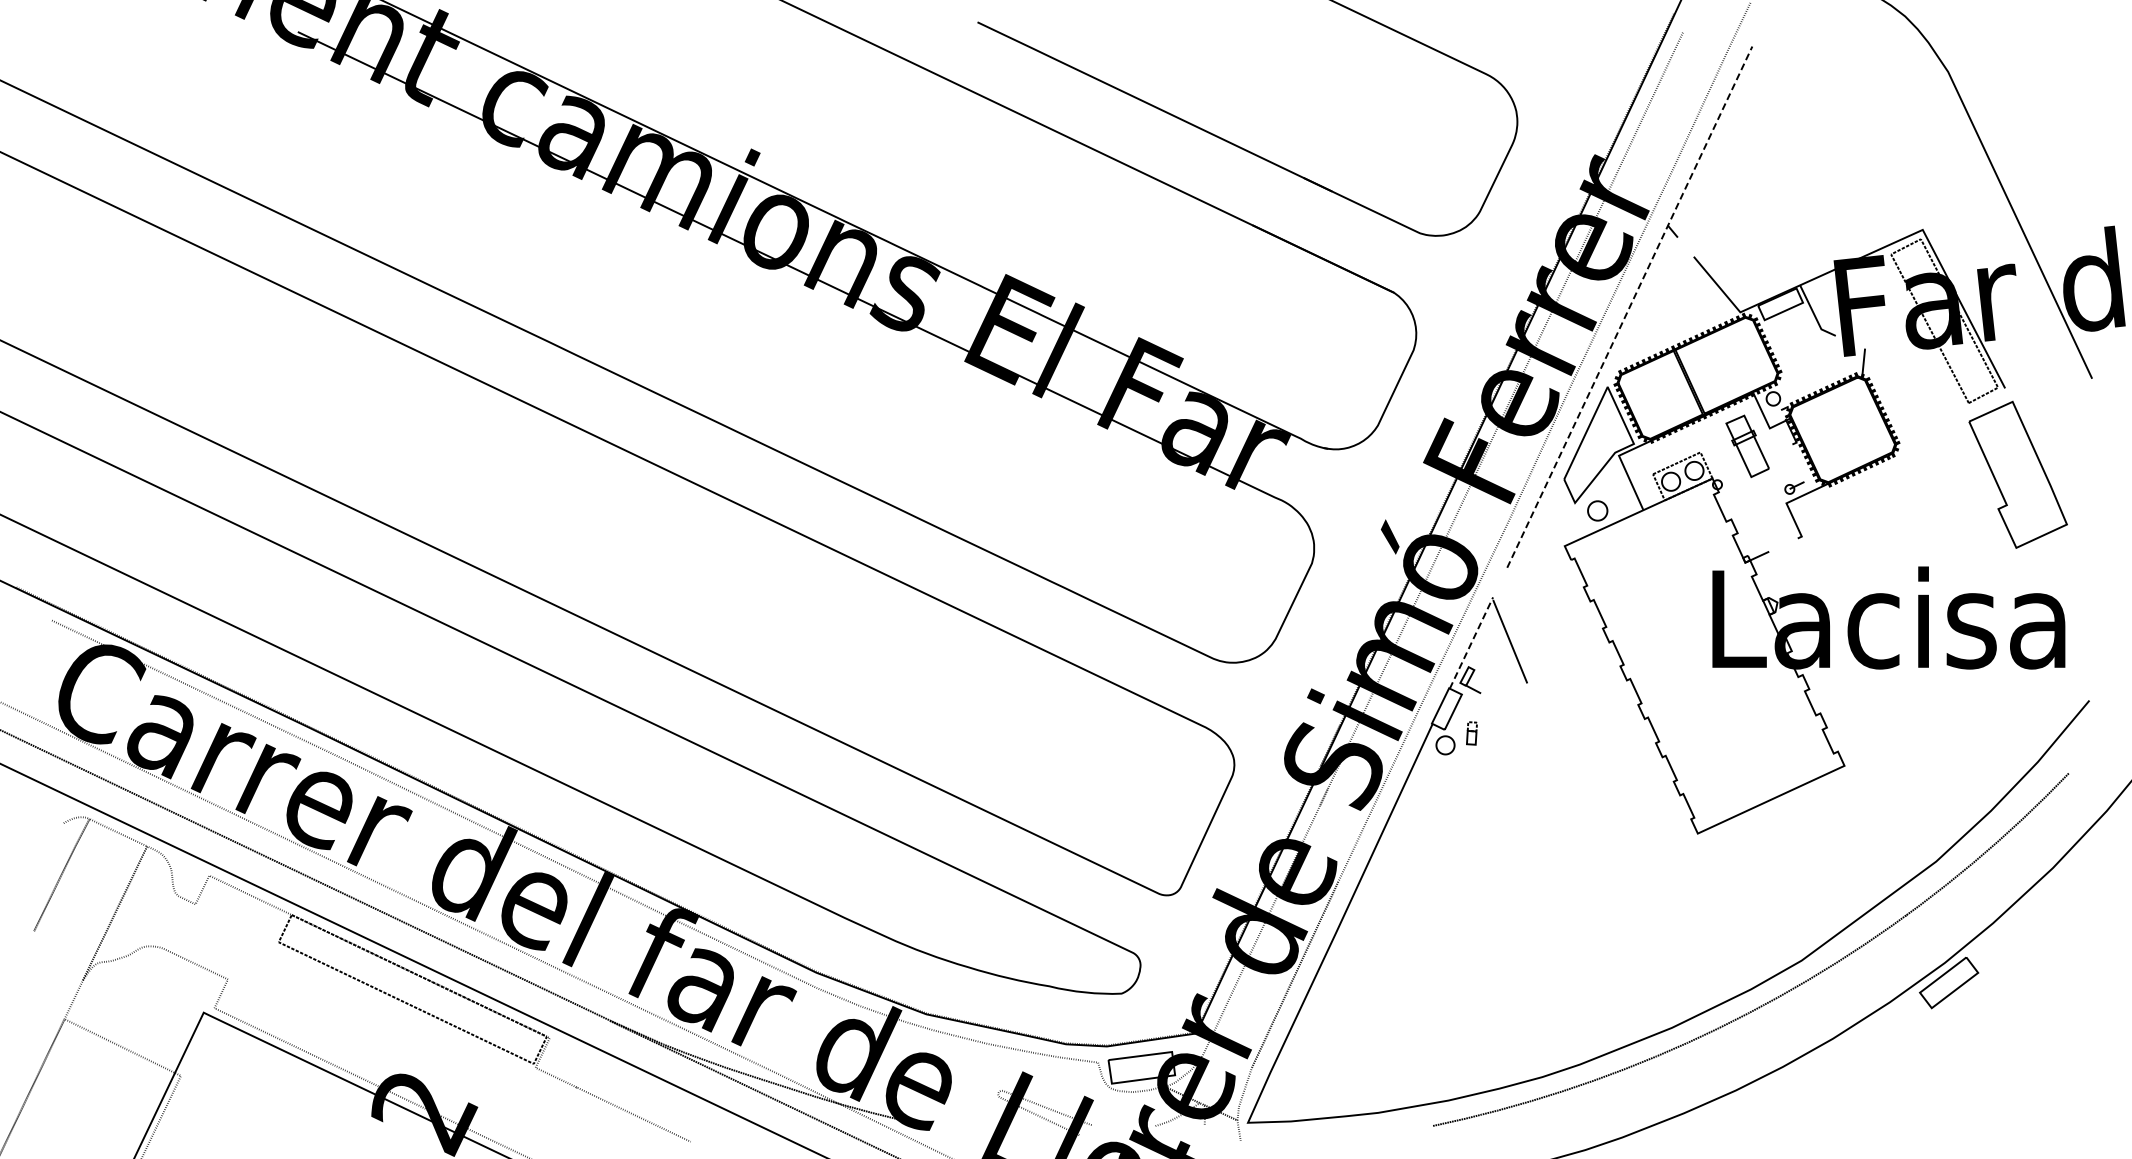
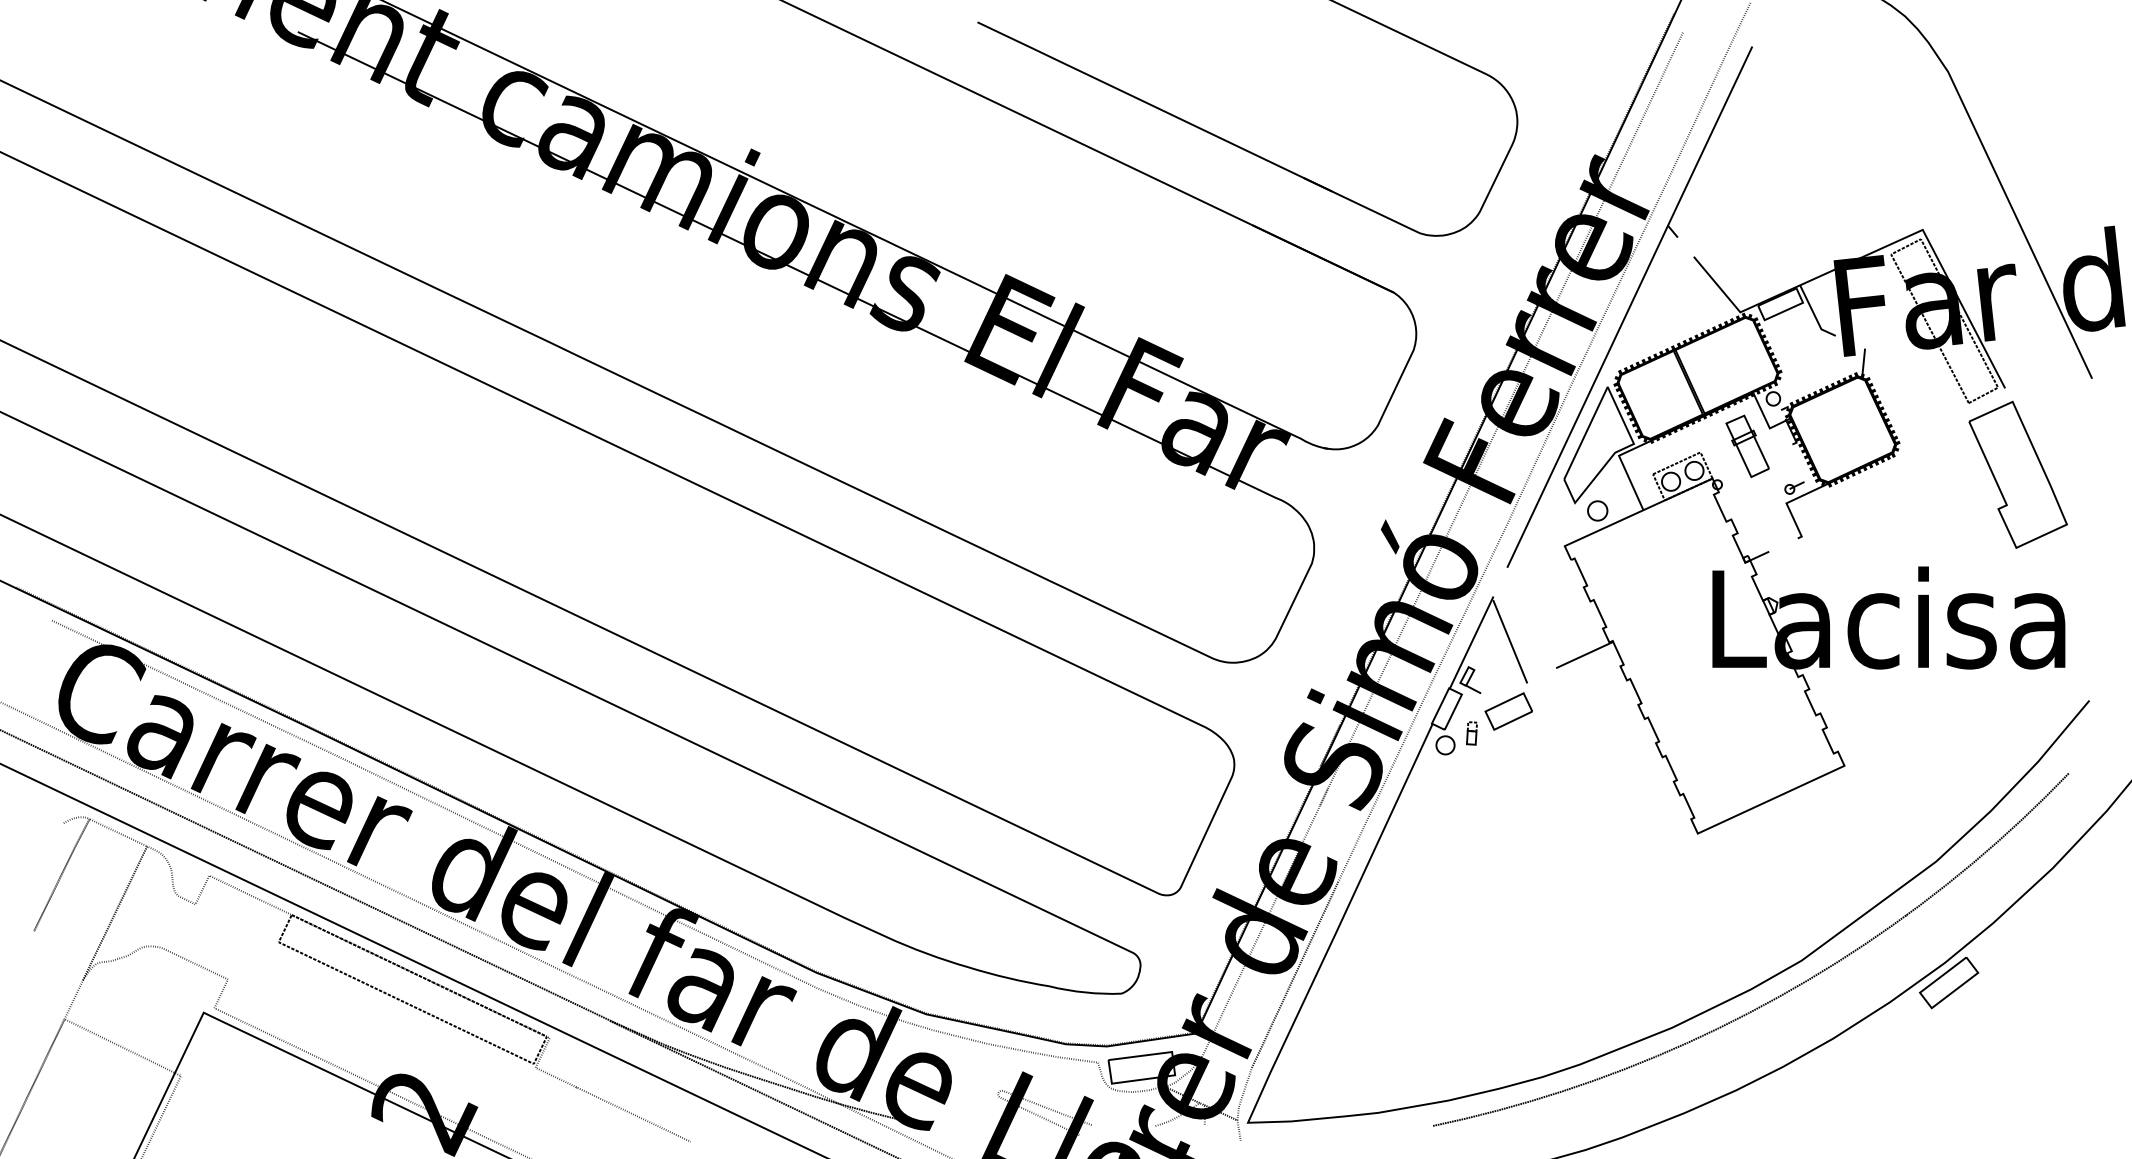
line at (1629, 306): dashed -> solid
line at (1471, 643): dashed -> solid
line at (1585, 654): none -> present
part at (1508, 711): none -> present
